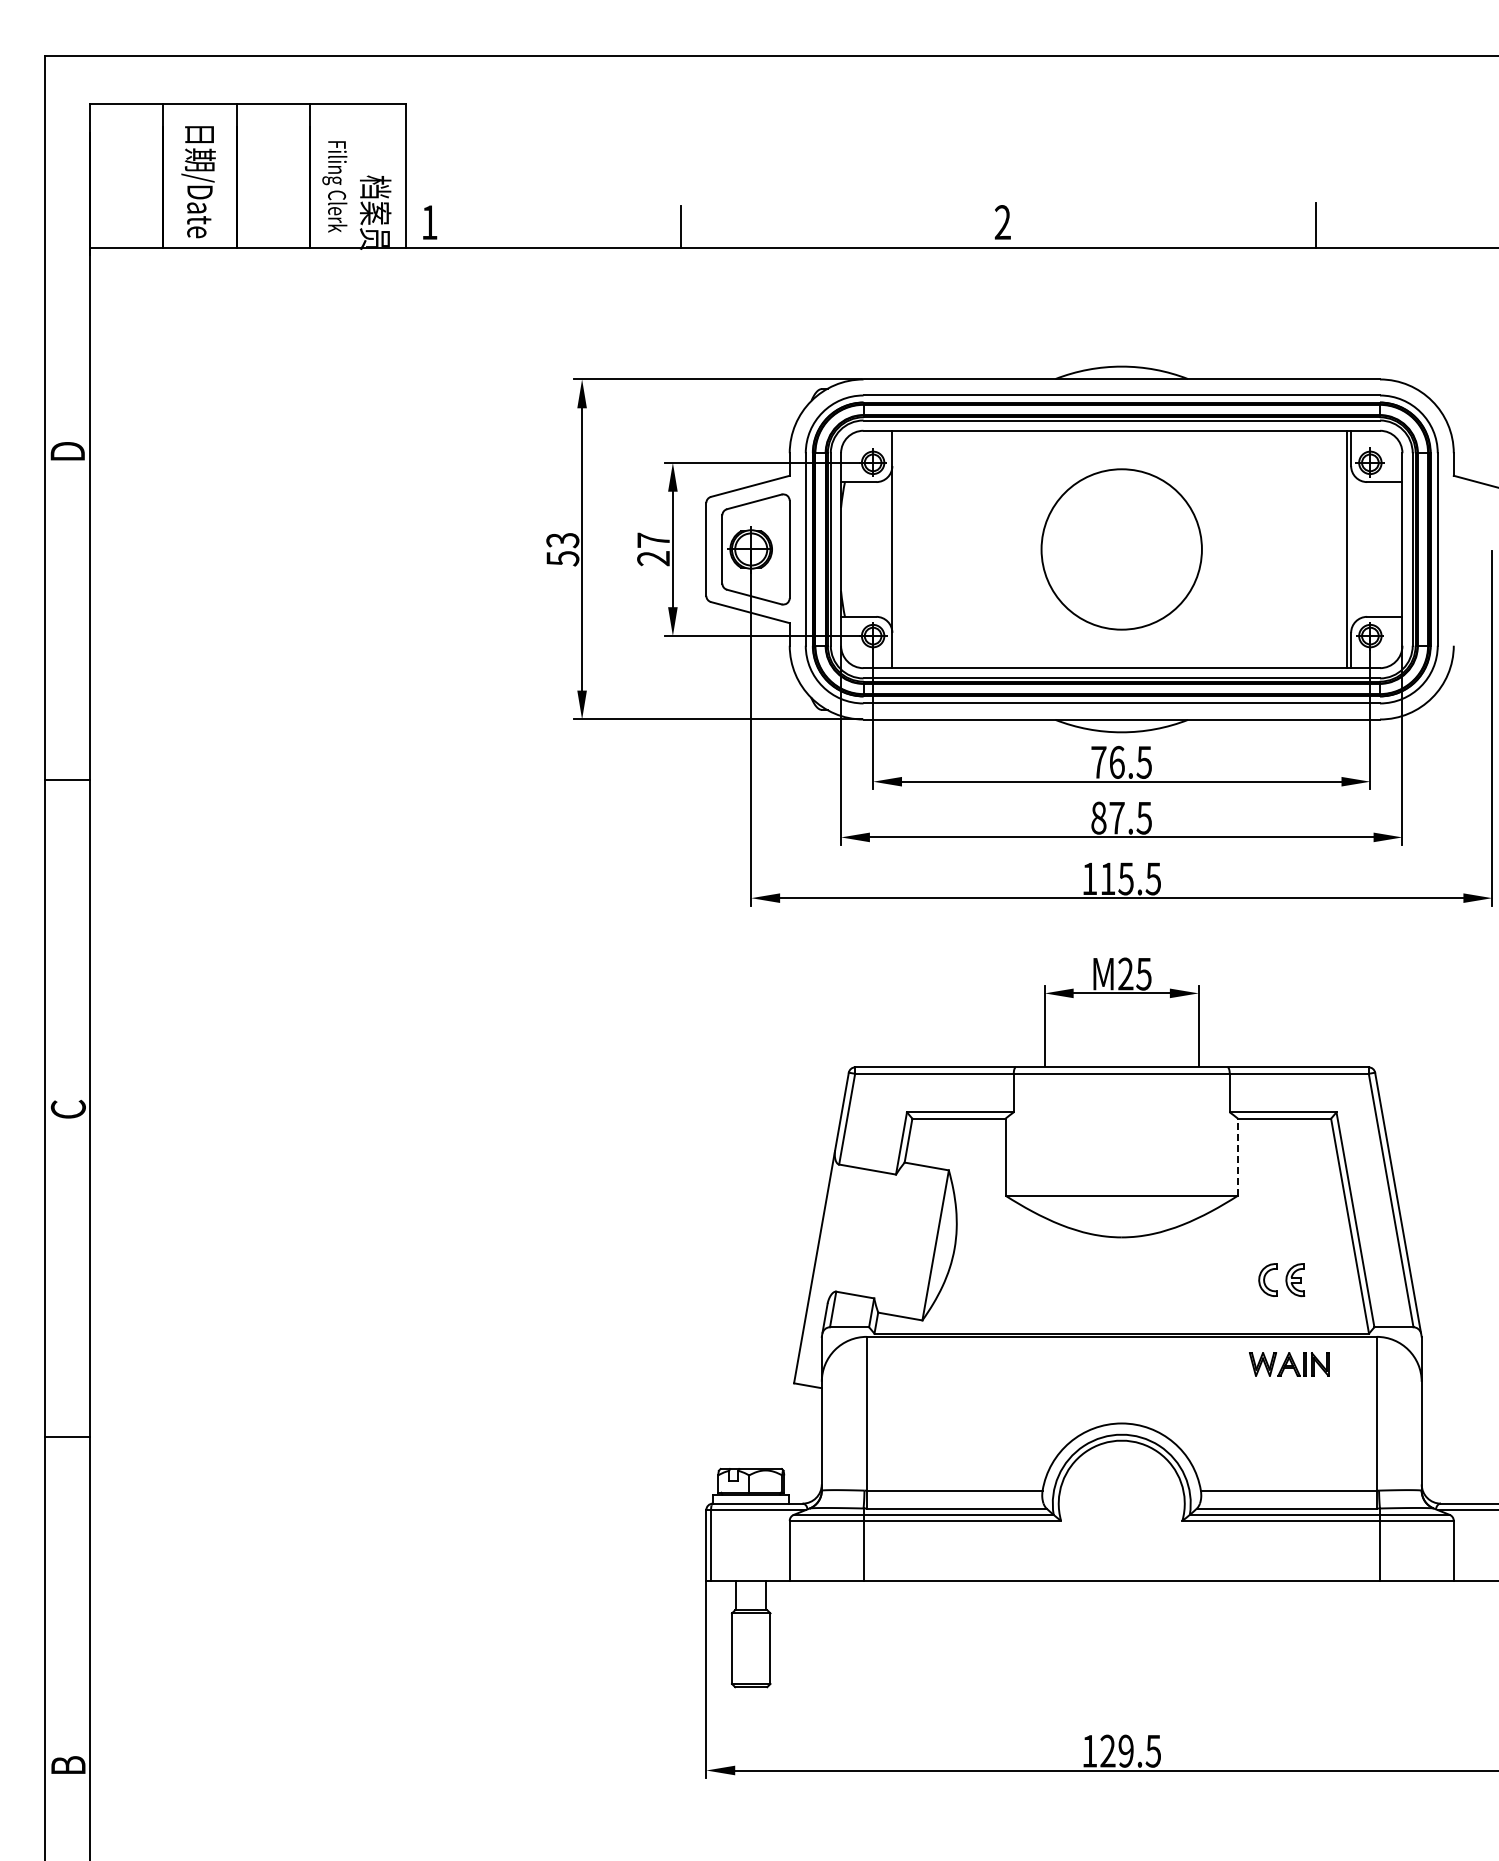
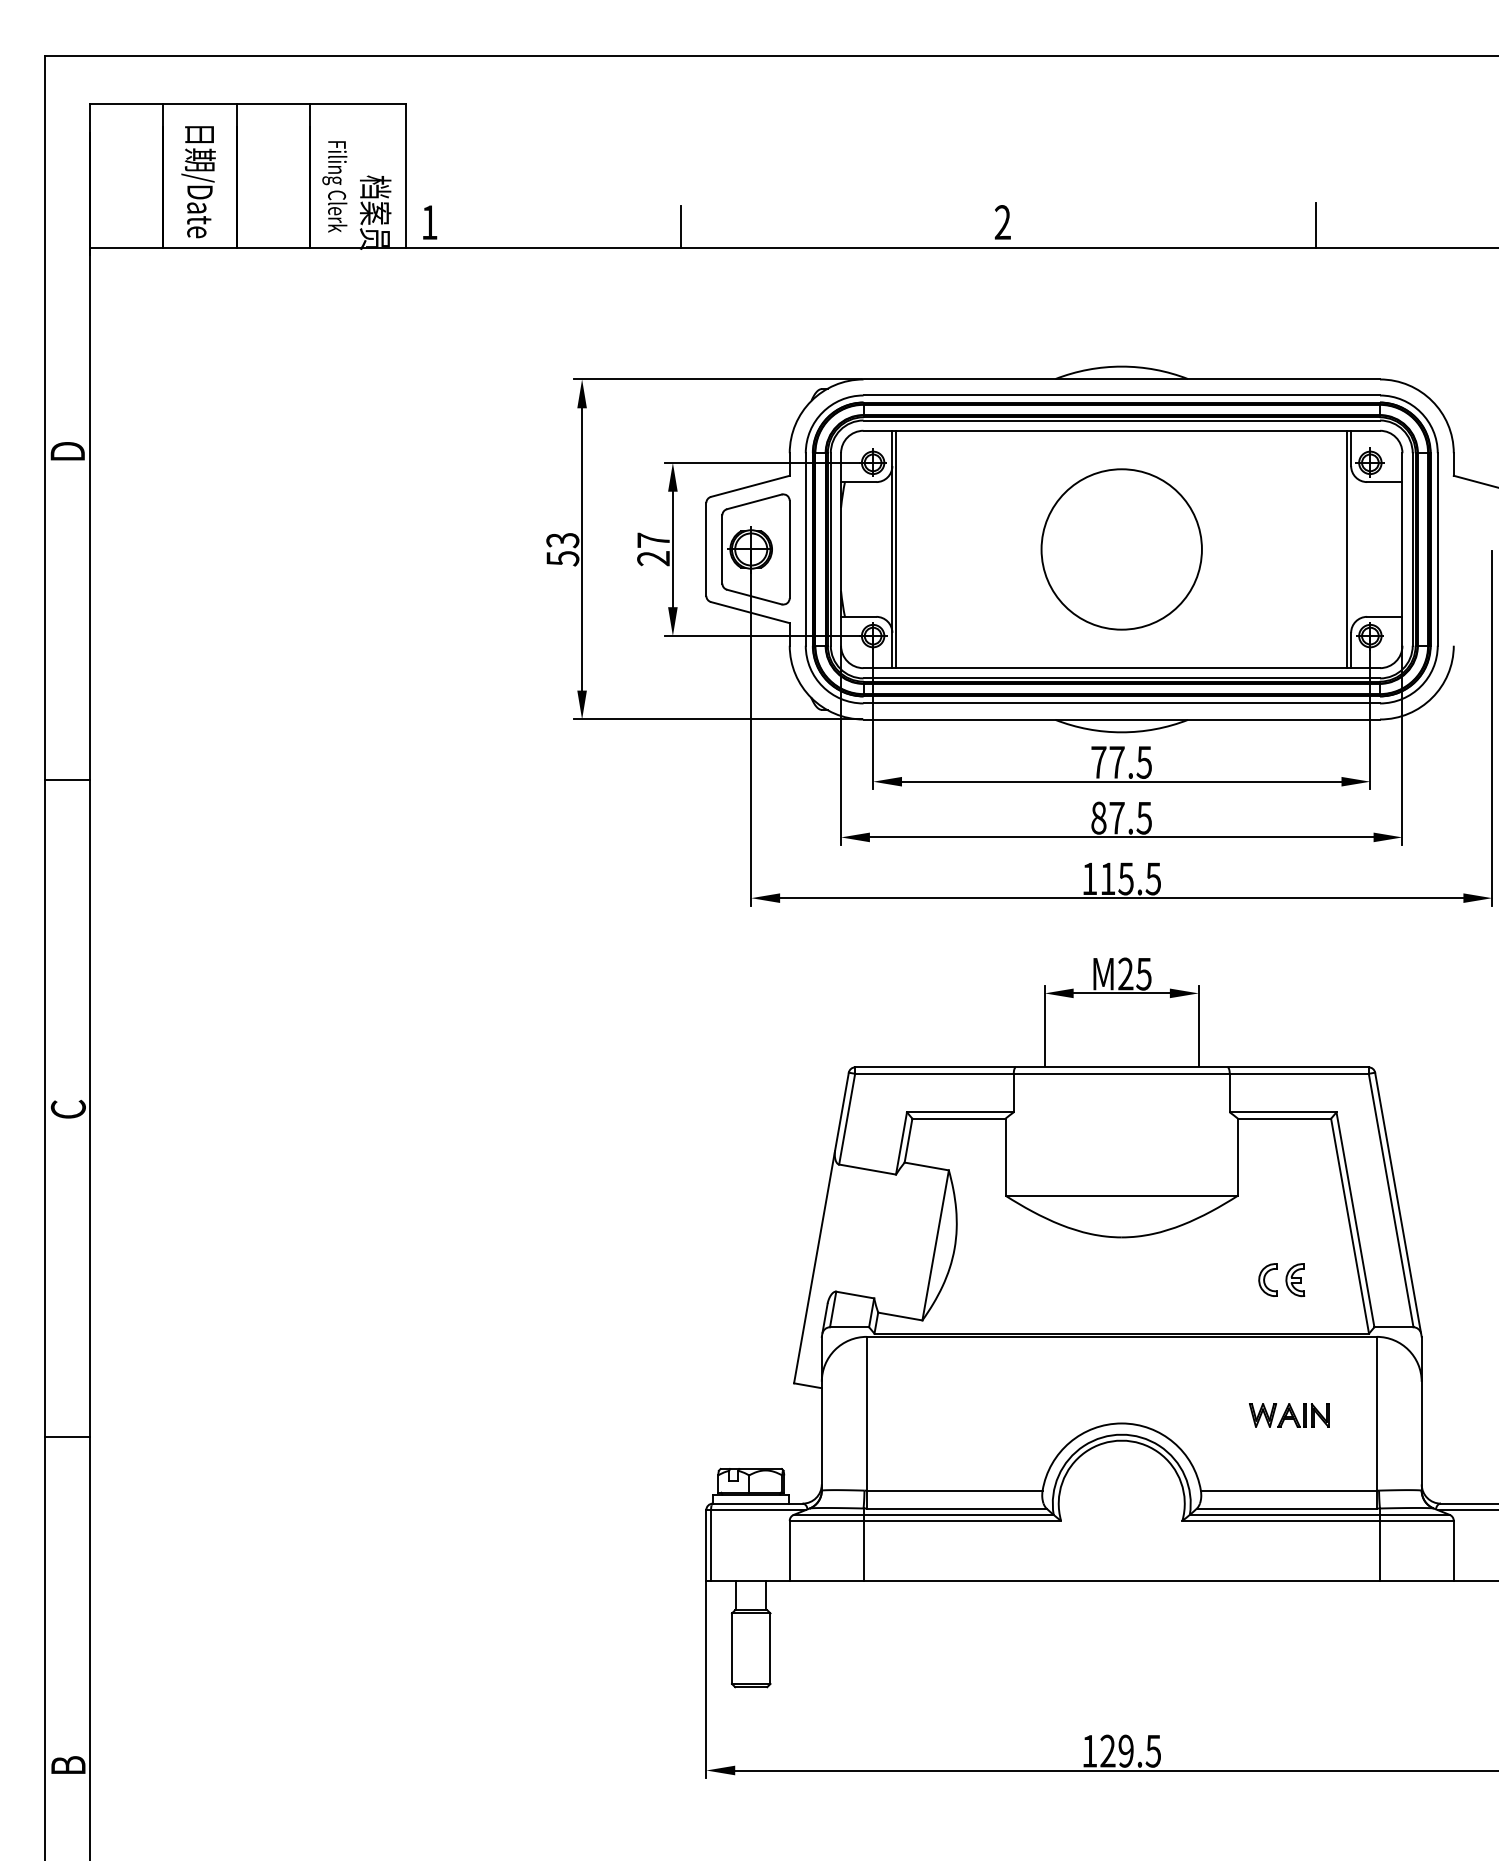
line at (896, 549): none -> present
text at (1116, 761): 76.5 -> 77.5
line at (1238, 1156): dashed -> solid
part at (1289, 1364) position: (1289, 1364) -> (1289, 1415)
